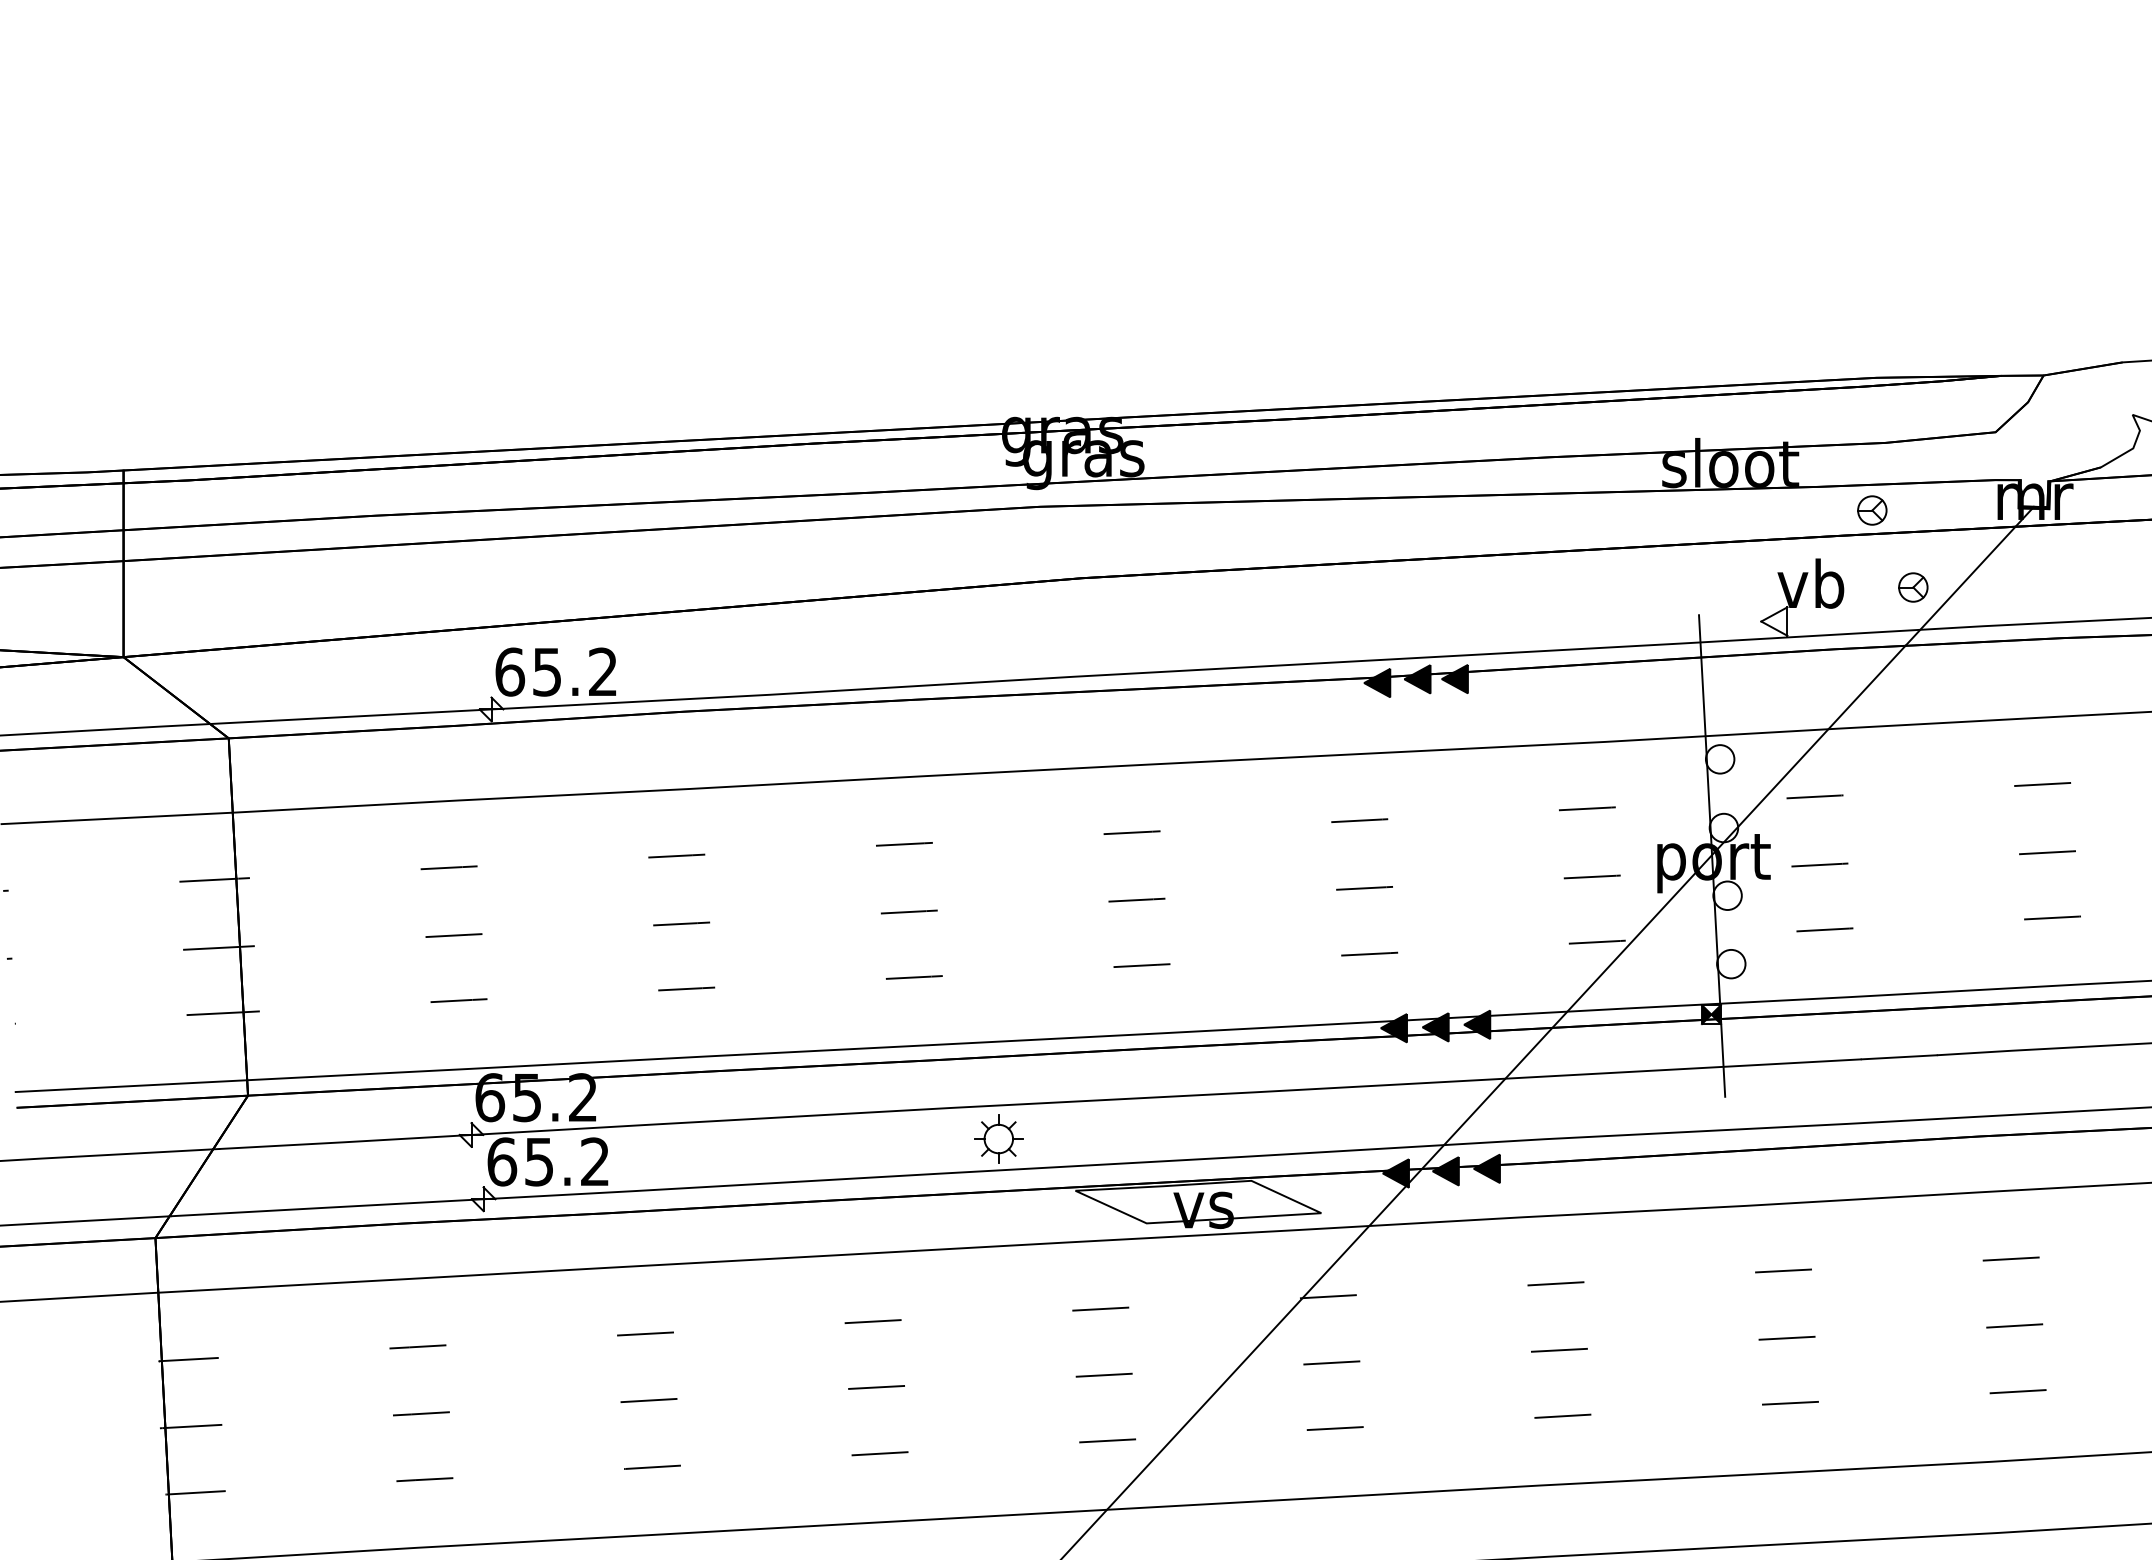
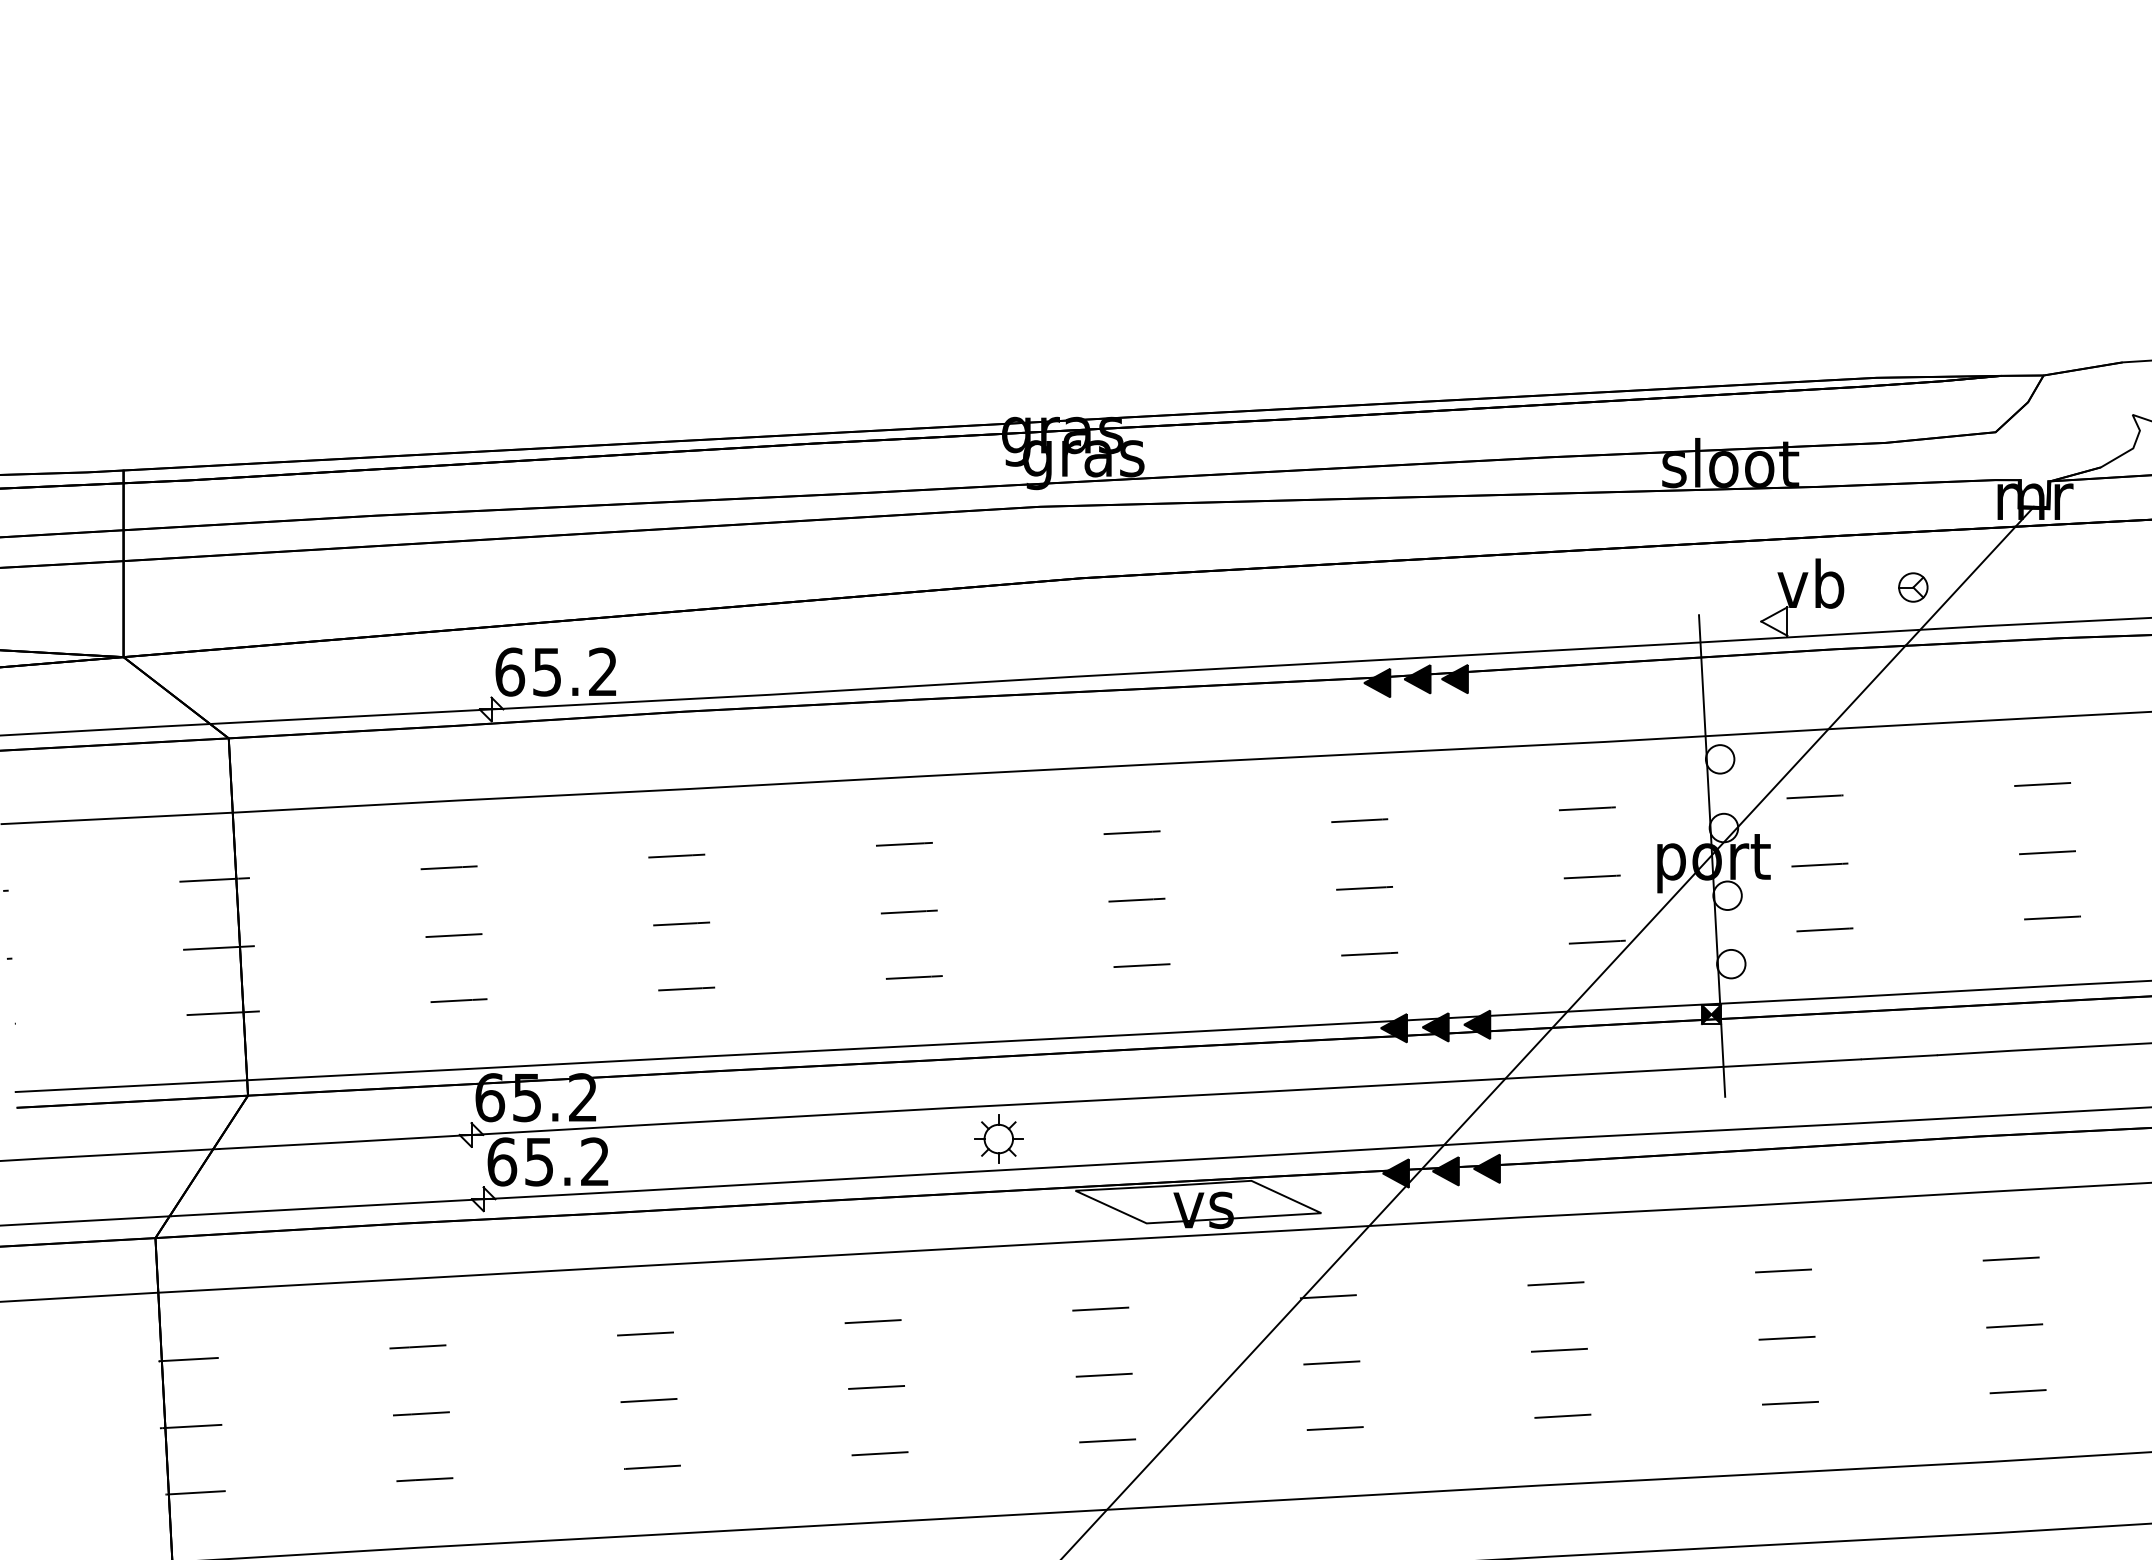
part at (1872, 510): present -> none
